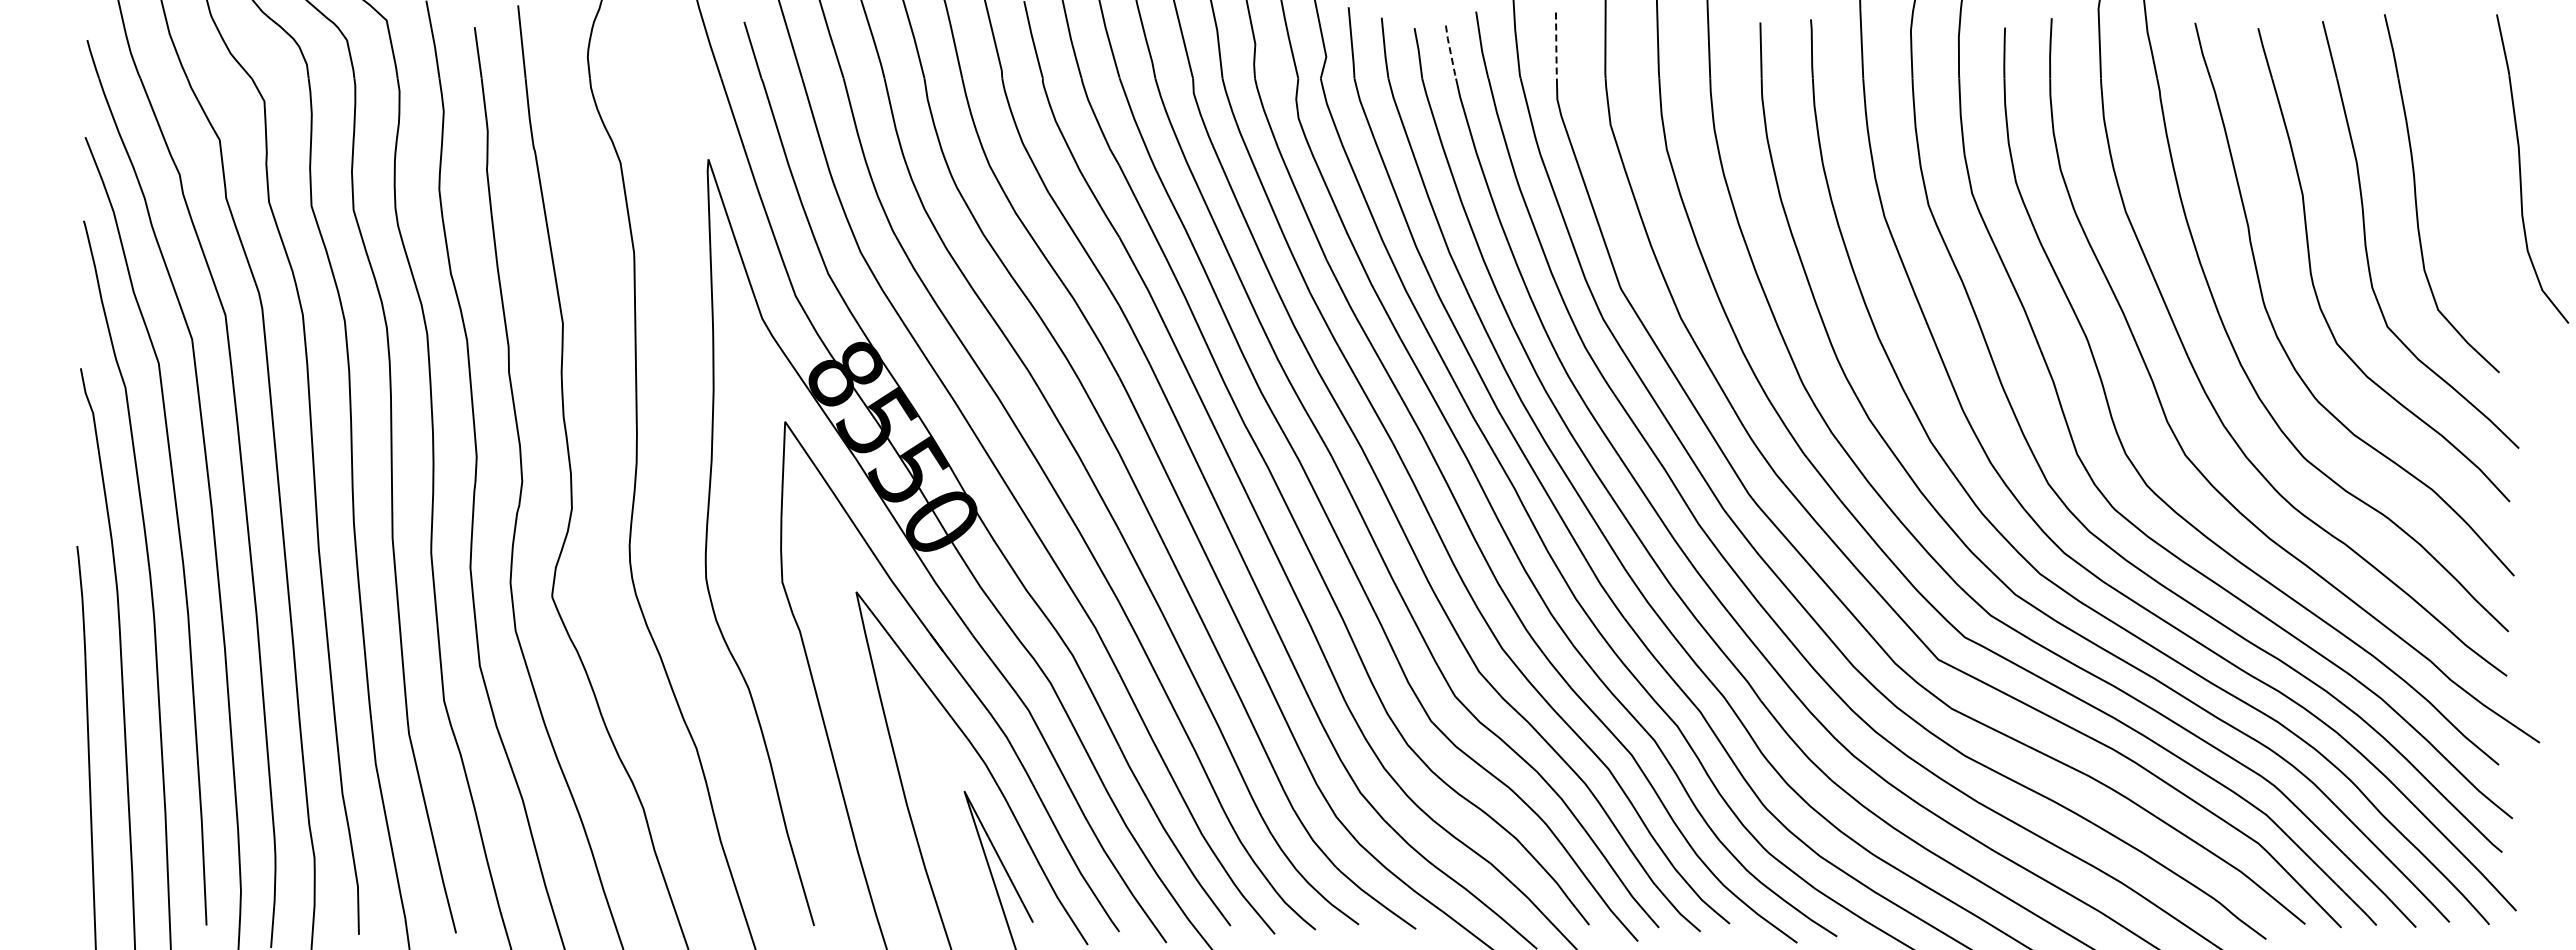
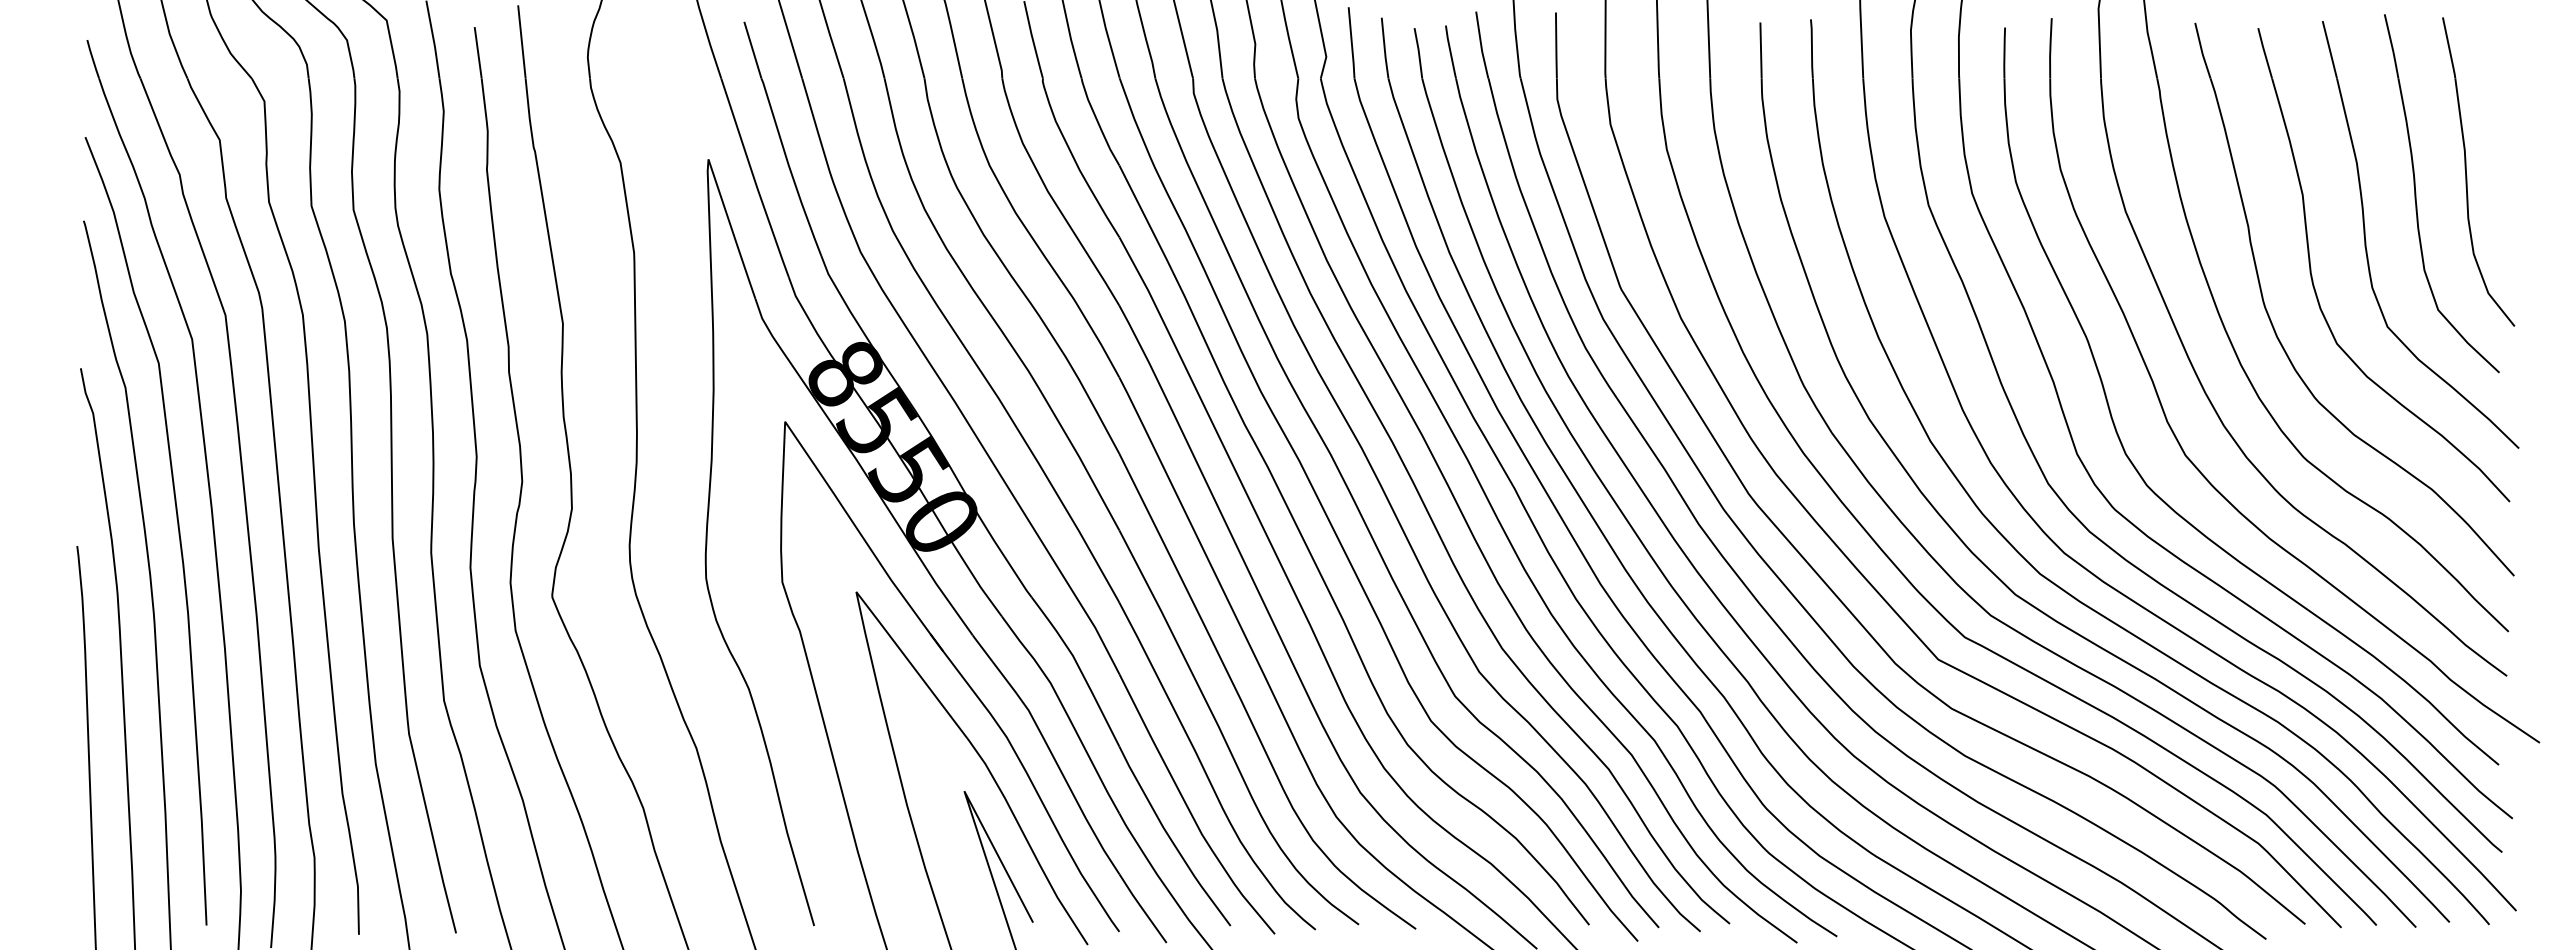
line at (1556, 45): dashed -> solid
line at (1450, 52): dashed -> solid
part at (2521, 172) position: (2521, 172) -> (2467, 175)
